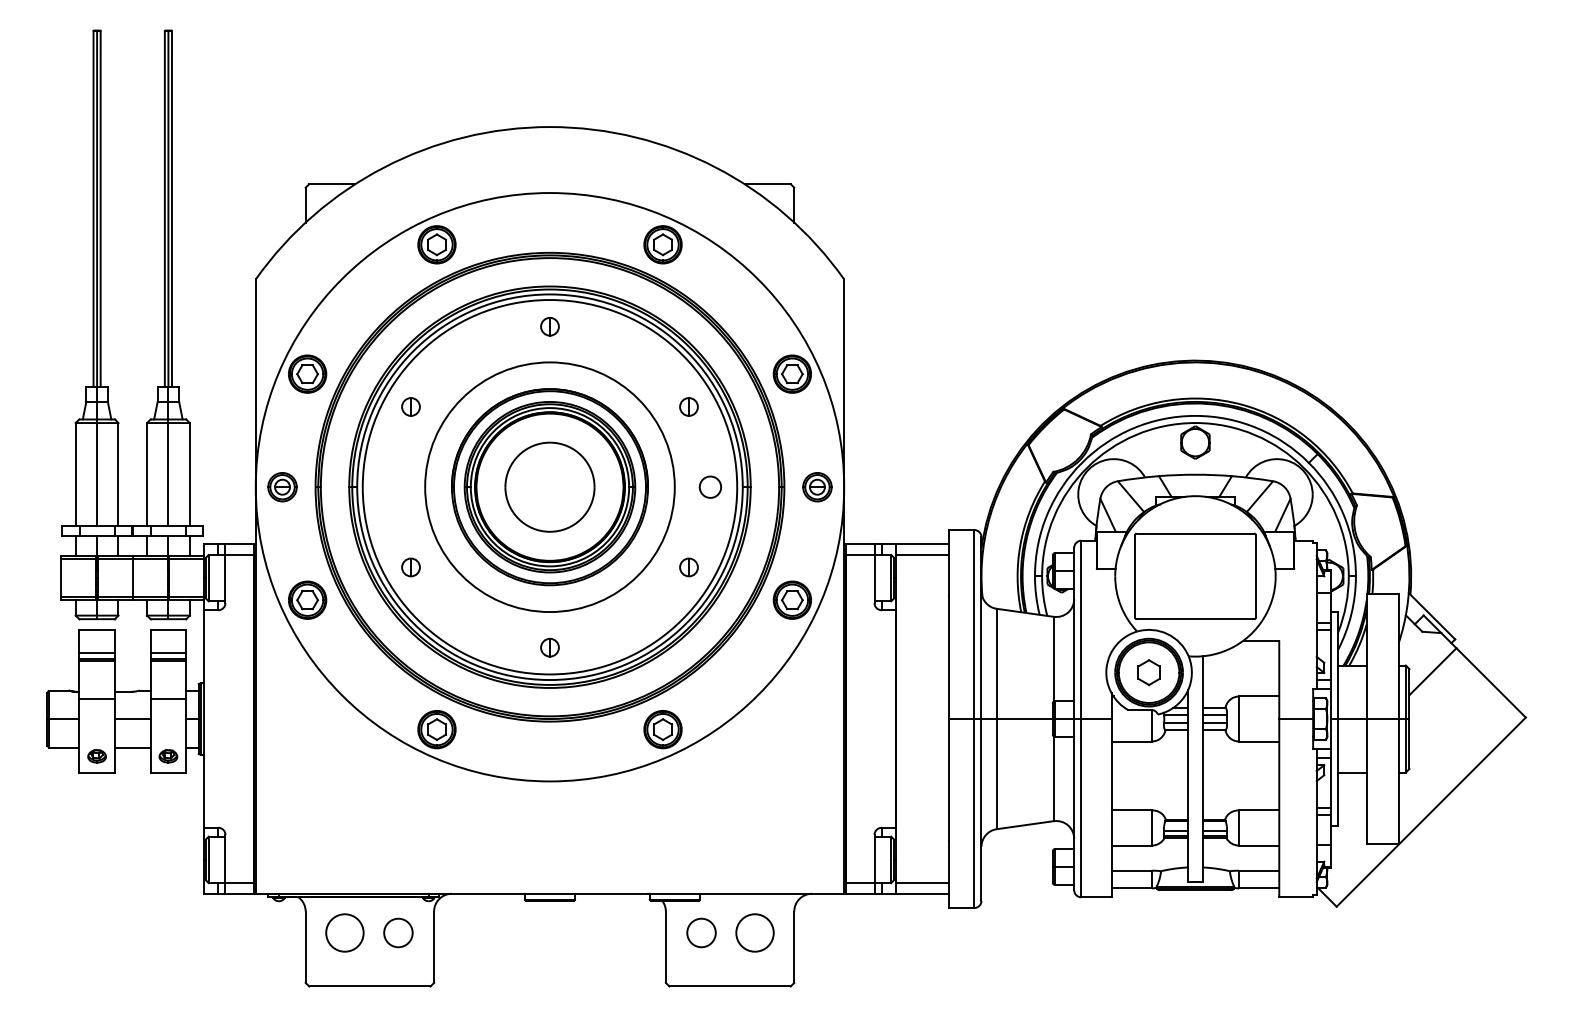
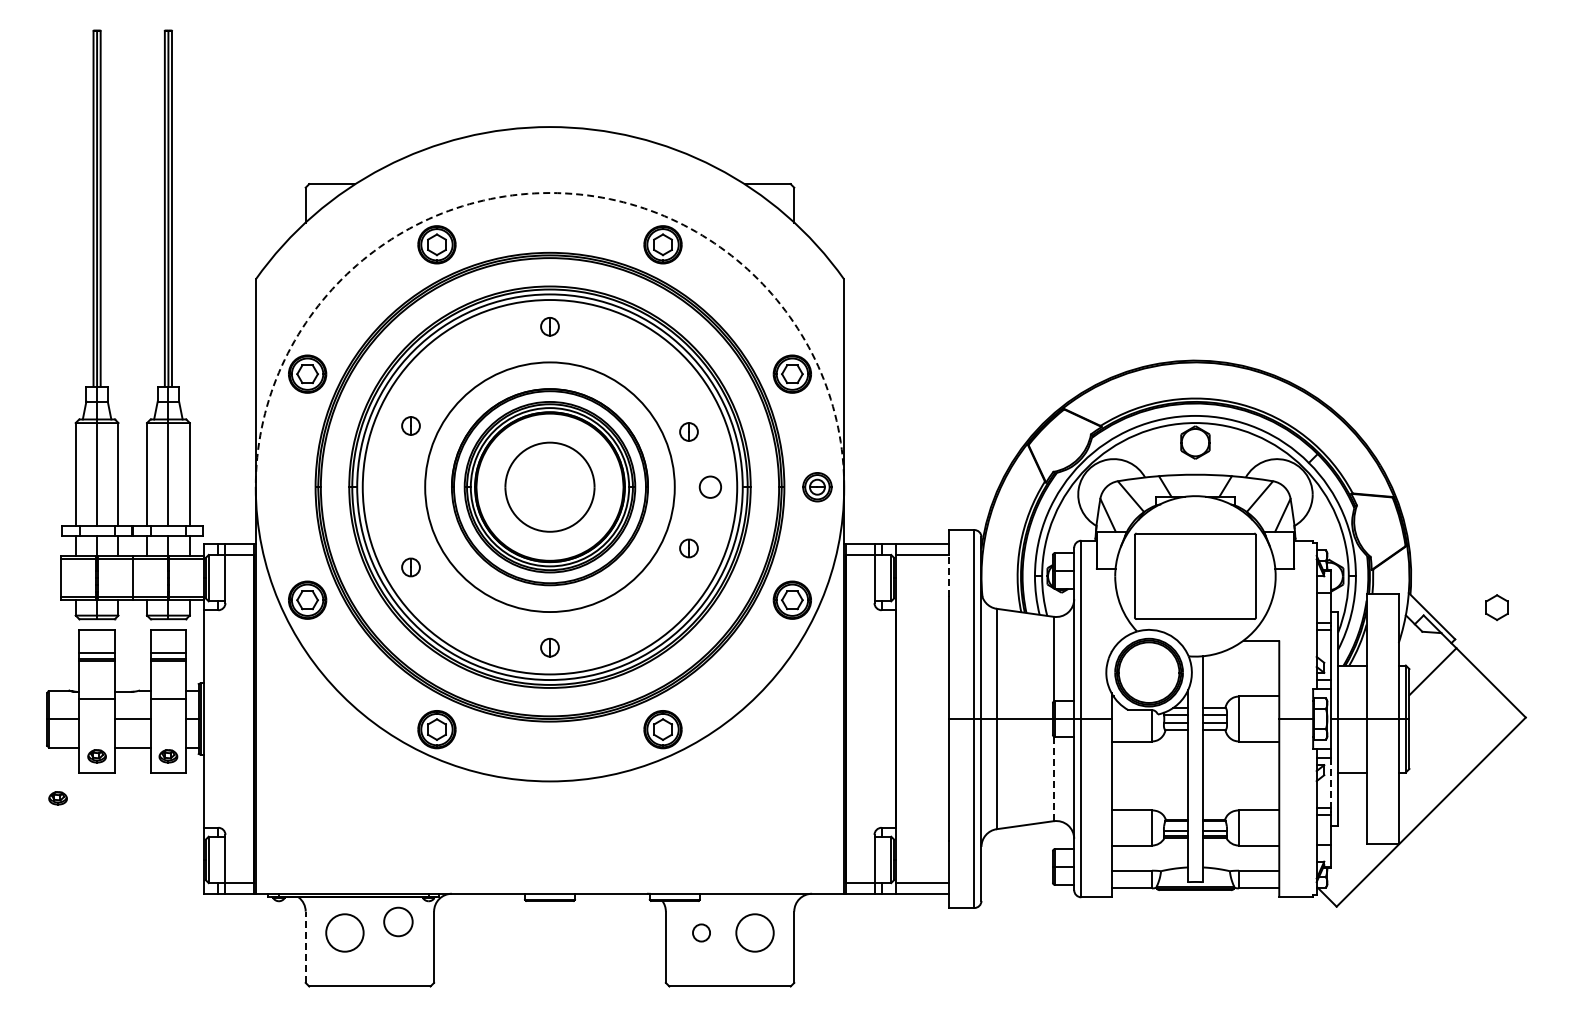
arc at (549, 193): solid -> dashed
part at (410, 406) position: (410, 406) -> (410, 425)
part at (688, 406) position: (688, 406) -> (688, 431)
part at (282, 487): present -> none
part at (688, 567) position: (688, 567) -> (688, 548)
line at (949, 575): solid -> dashed
part at (1148, 672) position: (1148, 672) -> (1496, 607)
line at (1053, 779): solid -> dashed
line at (1330, 783): solid -> dashed
part at (57, 798): none -> present
circle at (398, 932) position: (398, 932) -> (398, 921)
circle at (701, 932) diameter: 29 px -> 17 px
line at (305, 947): solid -> dashed
